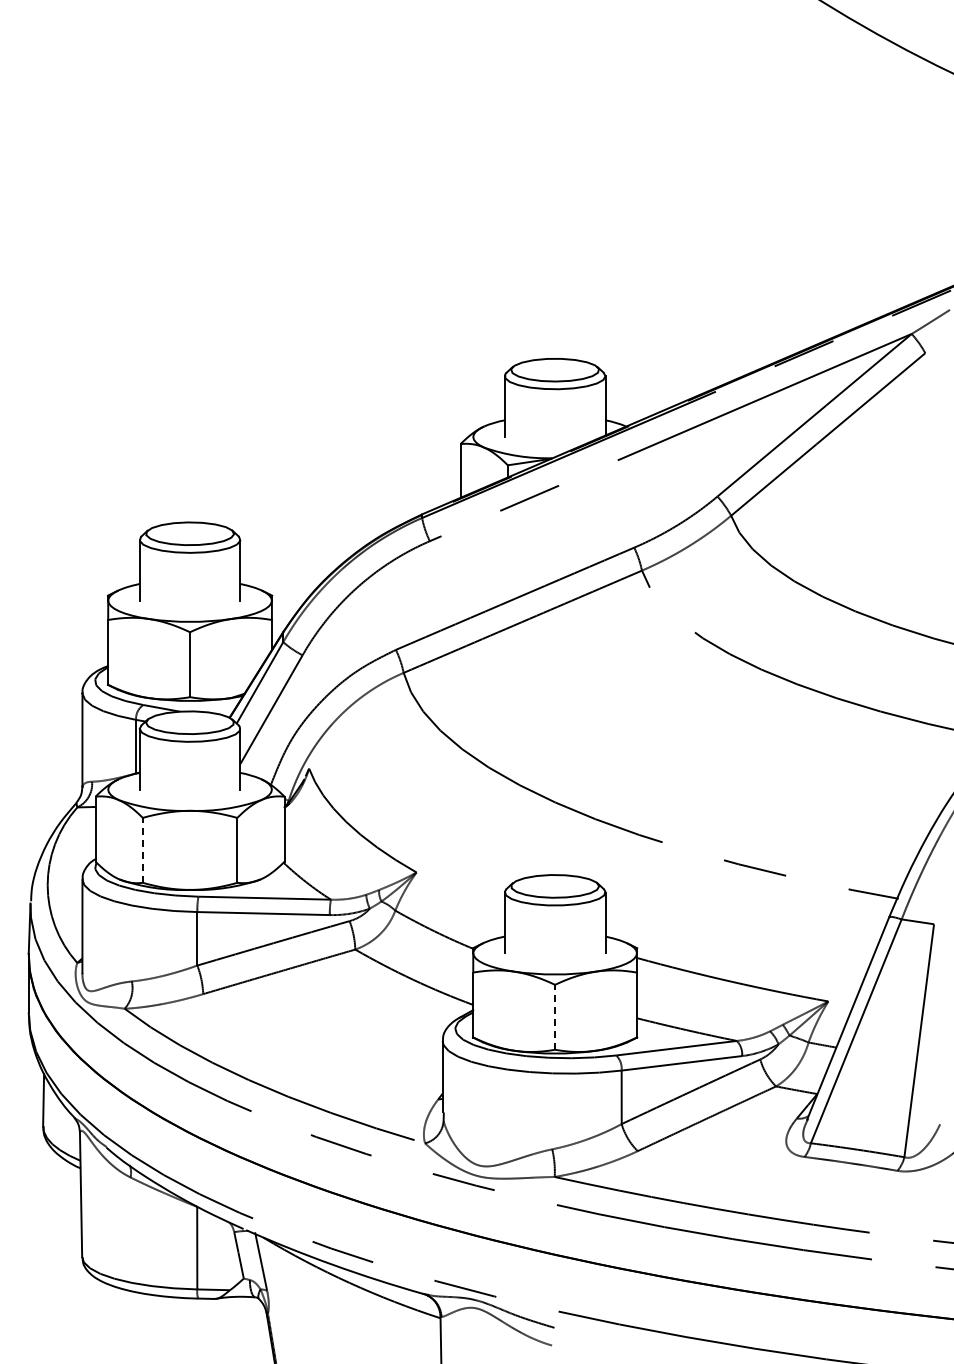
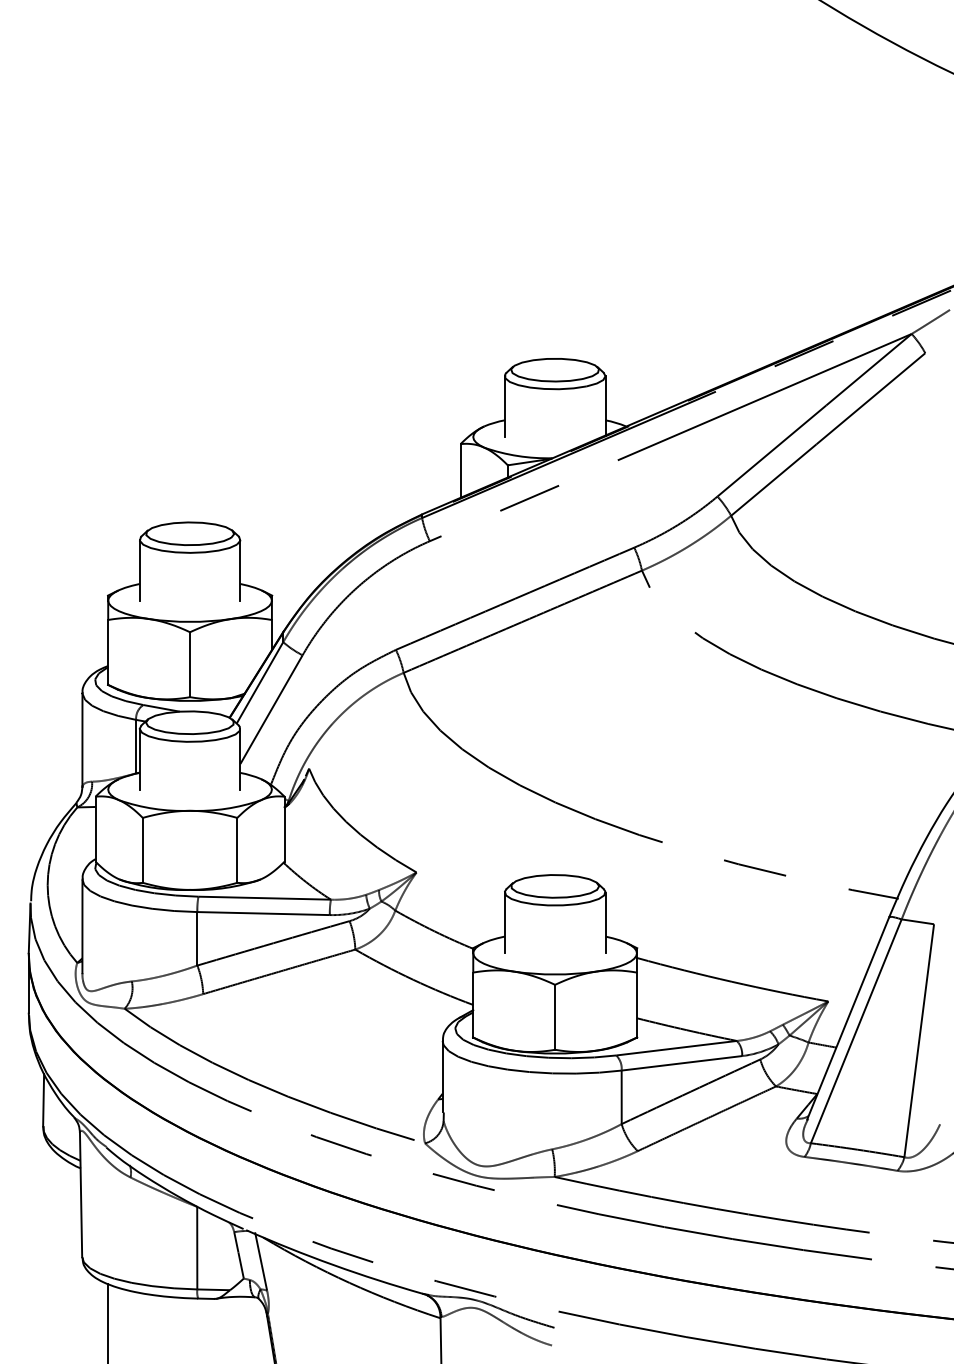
line at (142, 849): dashed -> solid
line at (555, 1016): dashed -> solid
line at (108, 1322): none -> present
